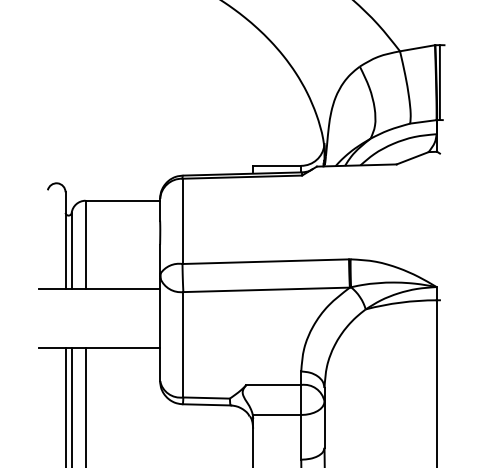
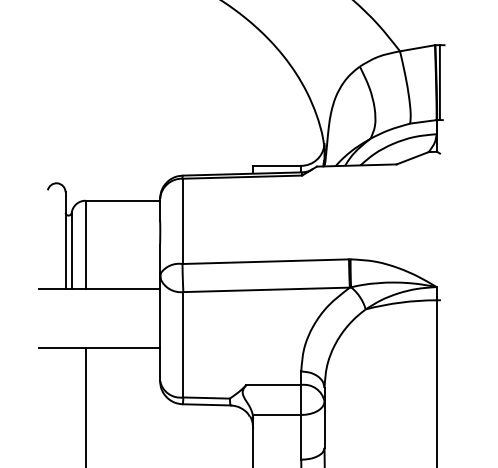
line at (65, 406): present -> none
line at (71, 406): present -> none
